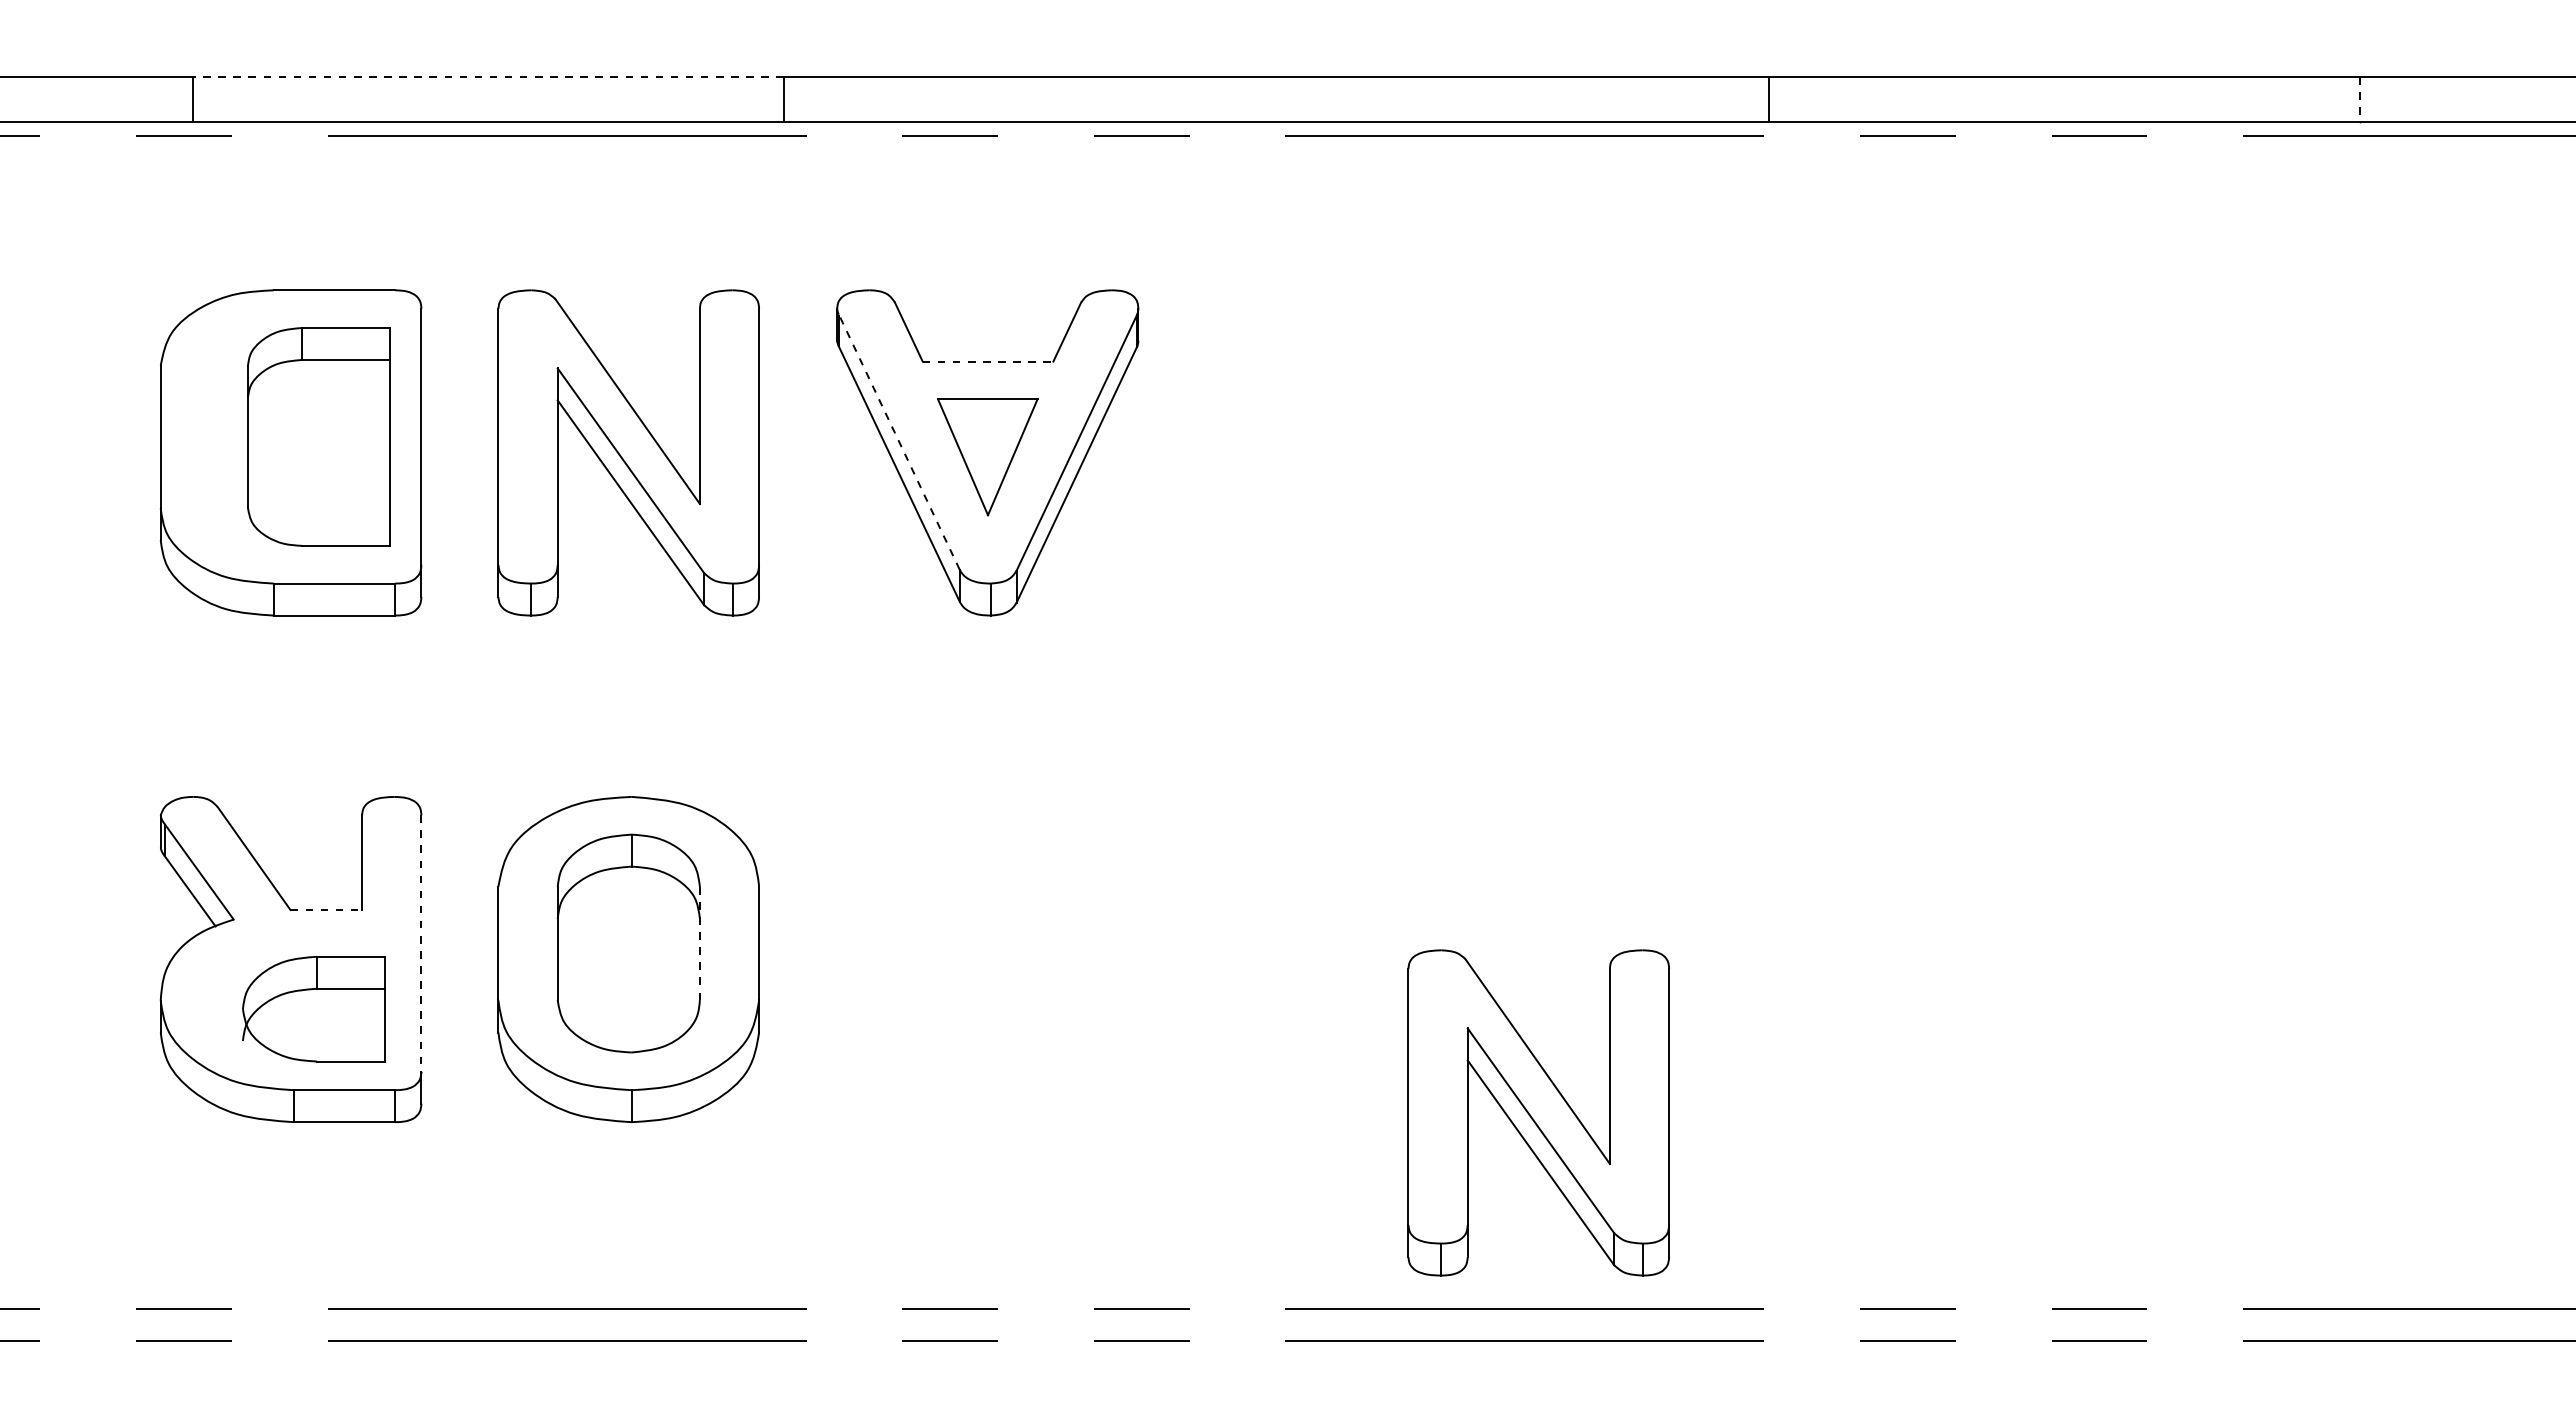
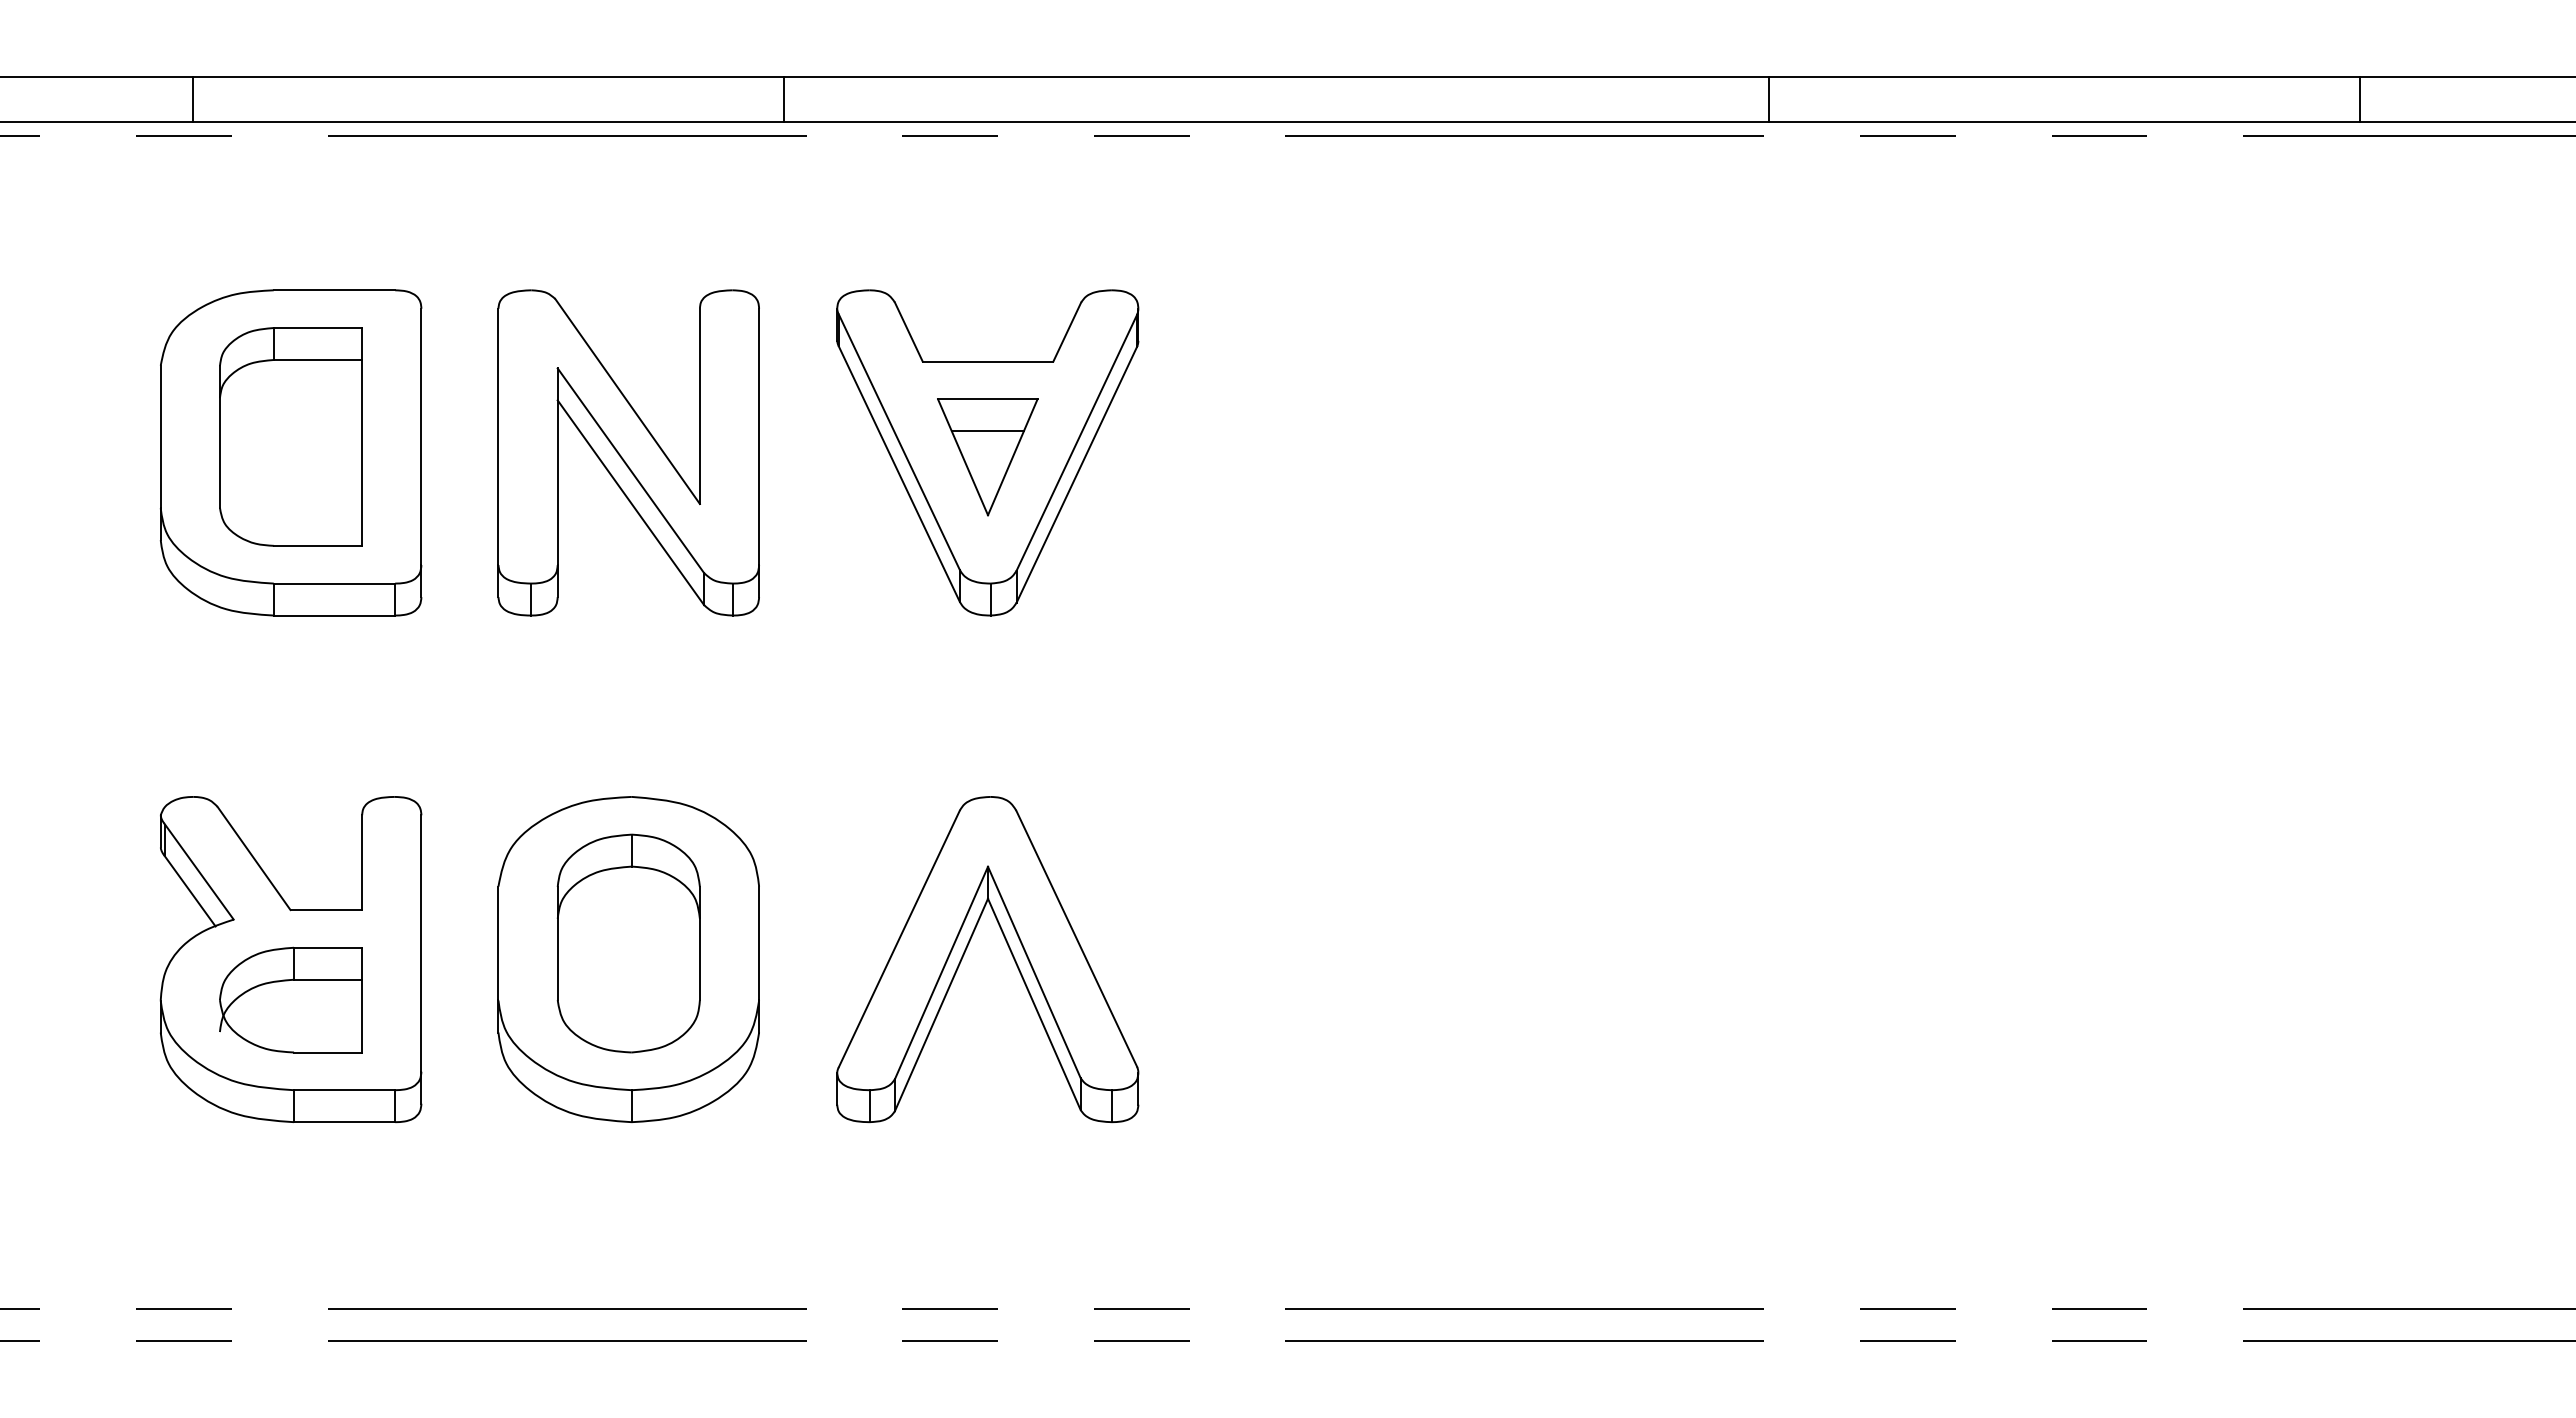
line at (488, 77): dashed -> solid
line at (2360, 99): dashed -> solid
line at (988, 361): dashed -> solid
line at (987, 431): none -> present
part at (318, 436) position: (318, 436) -> (290, 436)
line at (899, 441): dashed -> solid
line at (326, 910): dashed -> solid
line at (699, 943): dashed -> solid
line at (421, 944): dashed -> solid
part at (967, 948): none -> present
part at (313, 1008) position: (313, 1008) -> (290, 999)
part at (1538, 1112): present -> none
